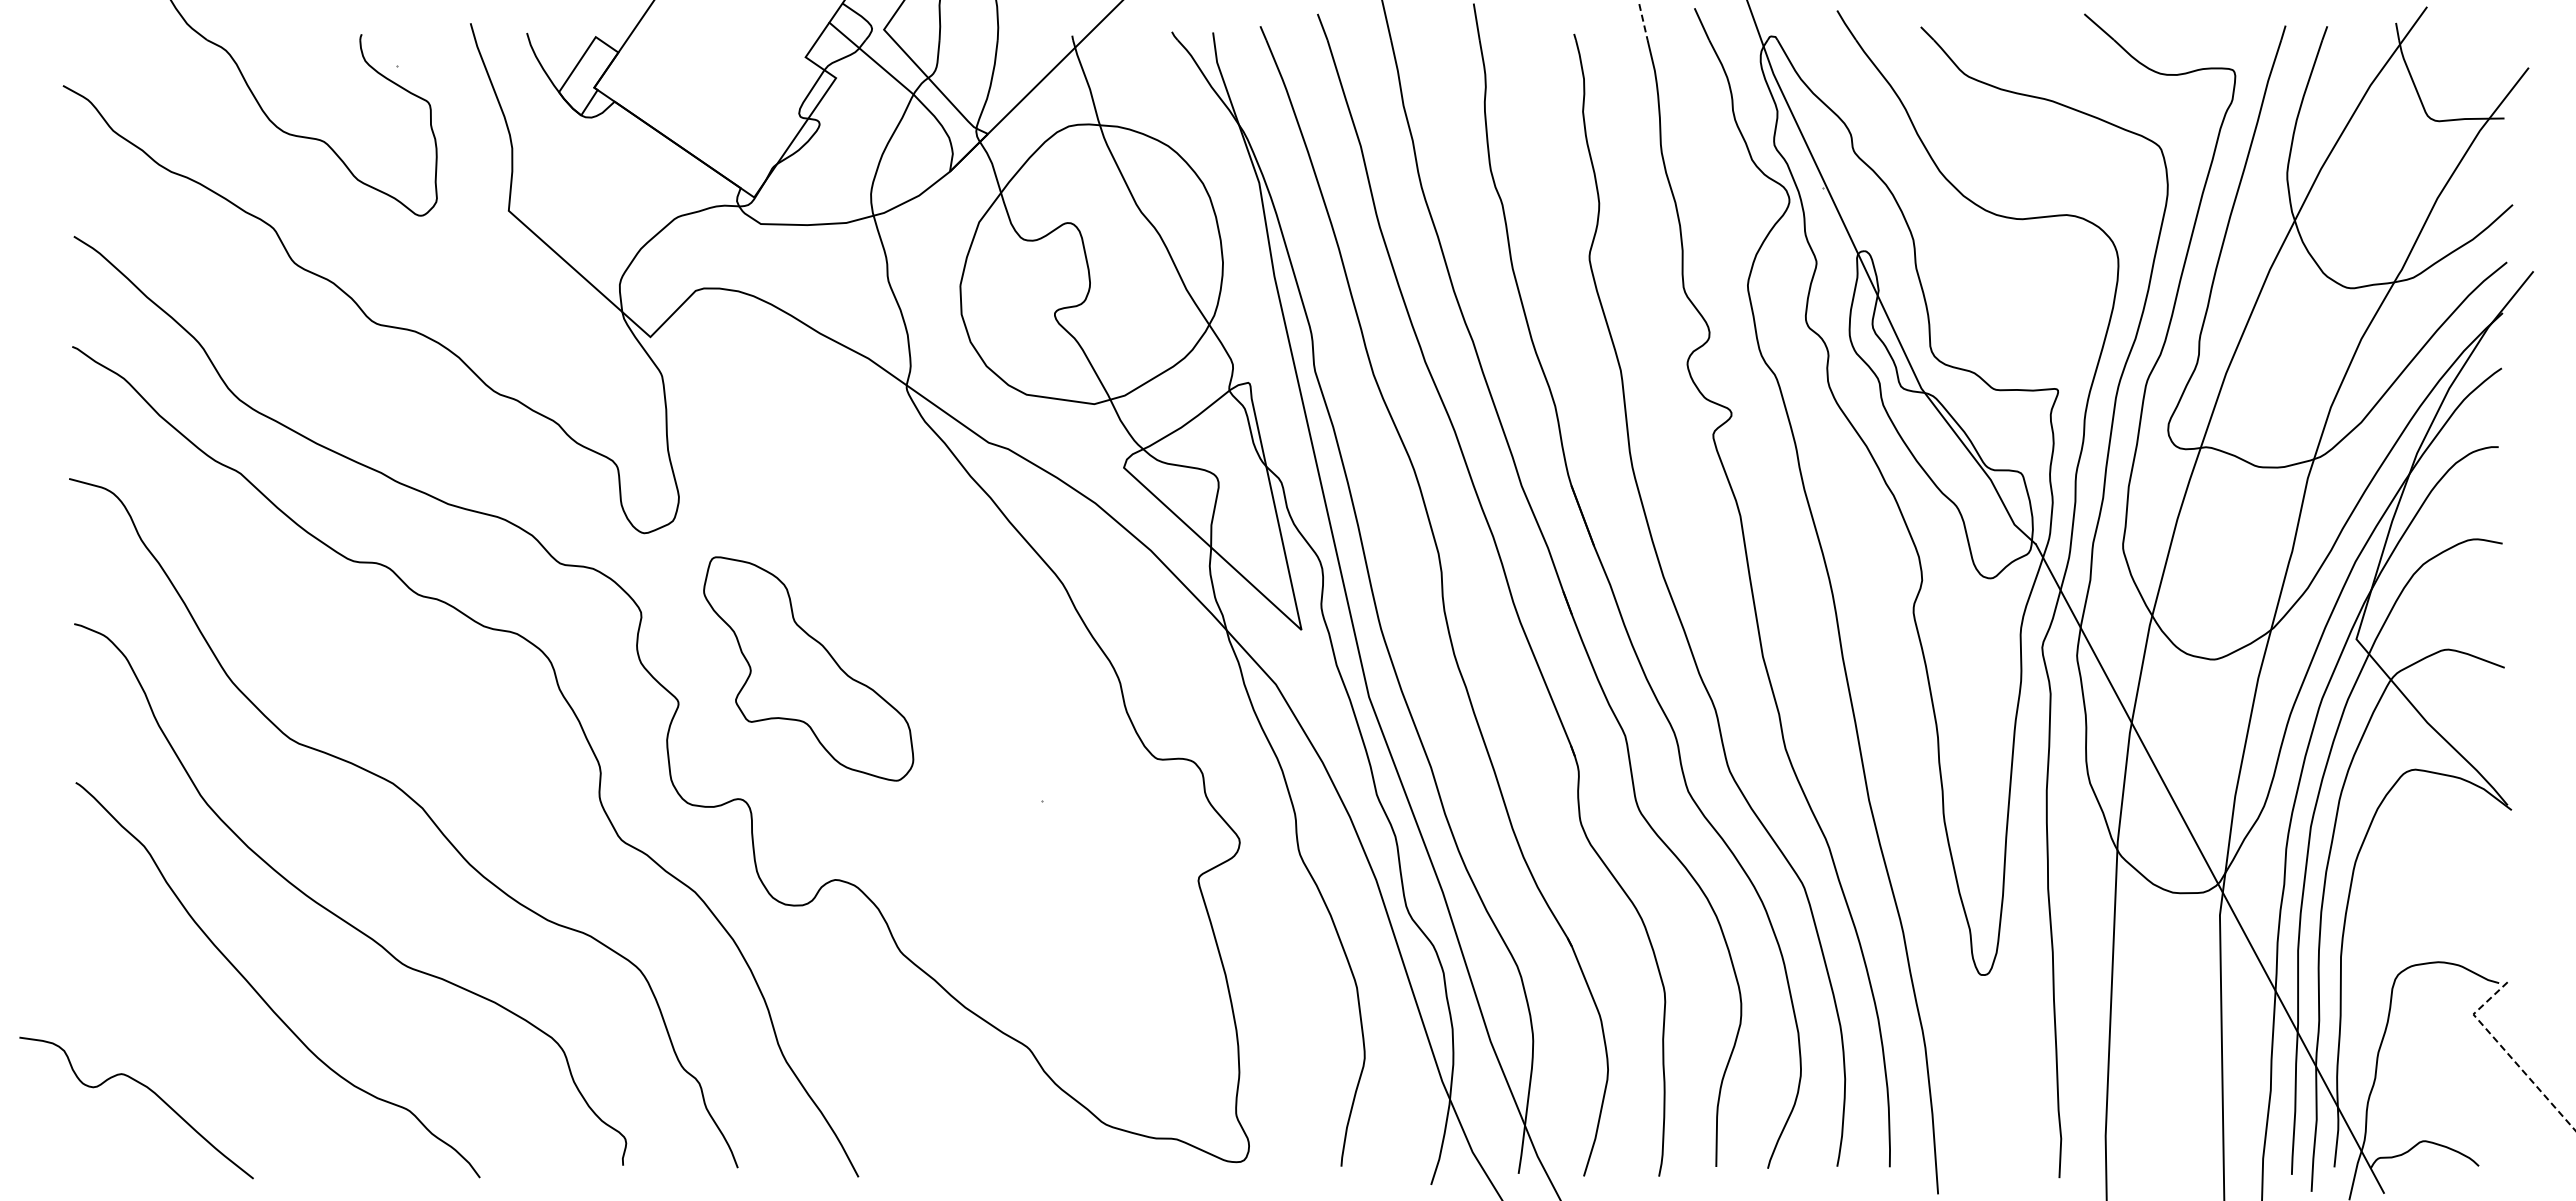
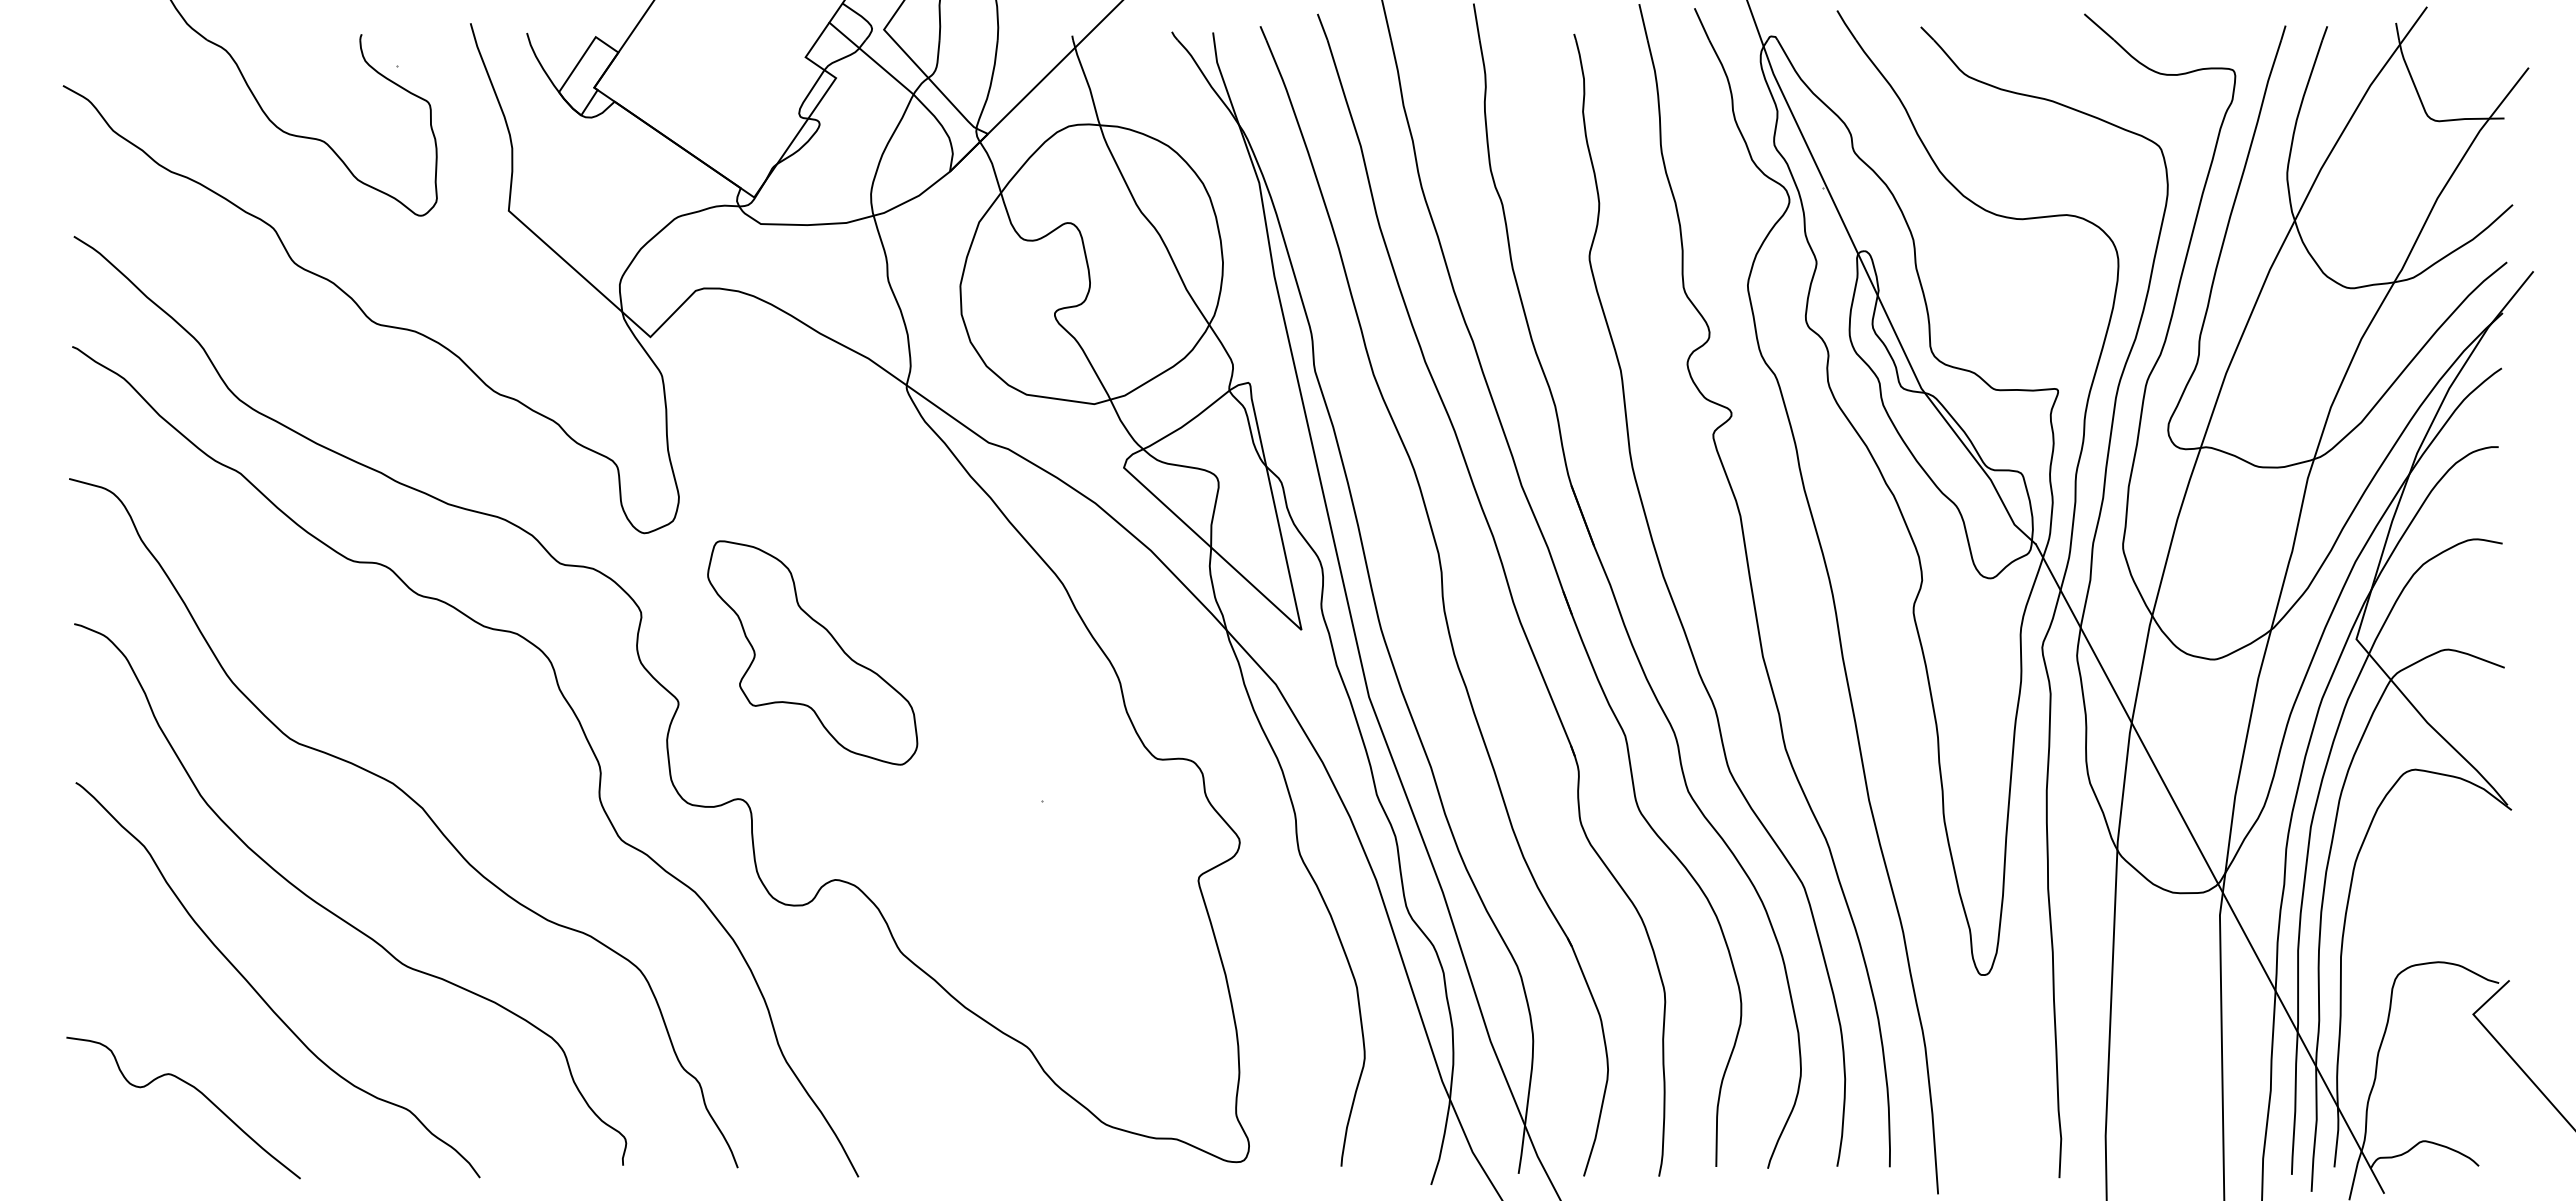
line at (1643, 22): dashed -> solid
part at (808, 668) position: (808, 668) -> (812, 652)
line at (2507, 1053): dashed -> solid
curve at (149, 1090) position: (149, 1090) -> (196, 1090)
